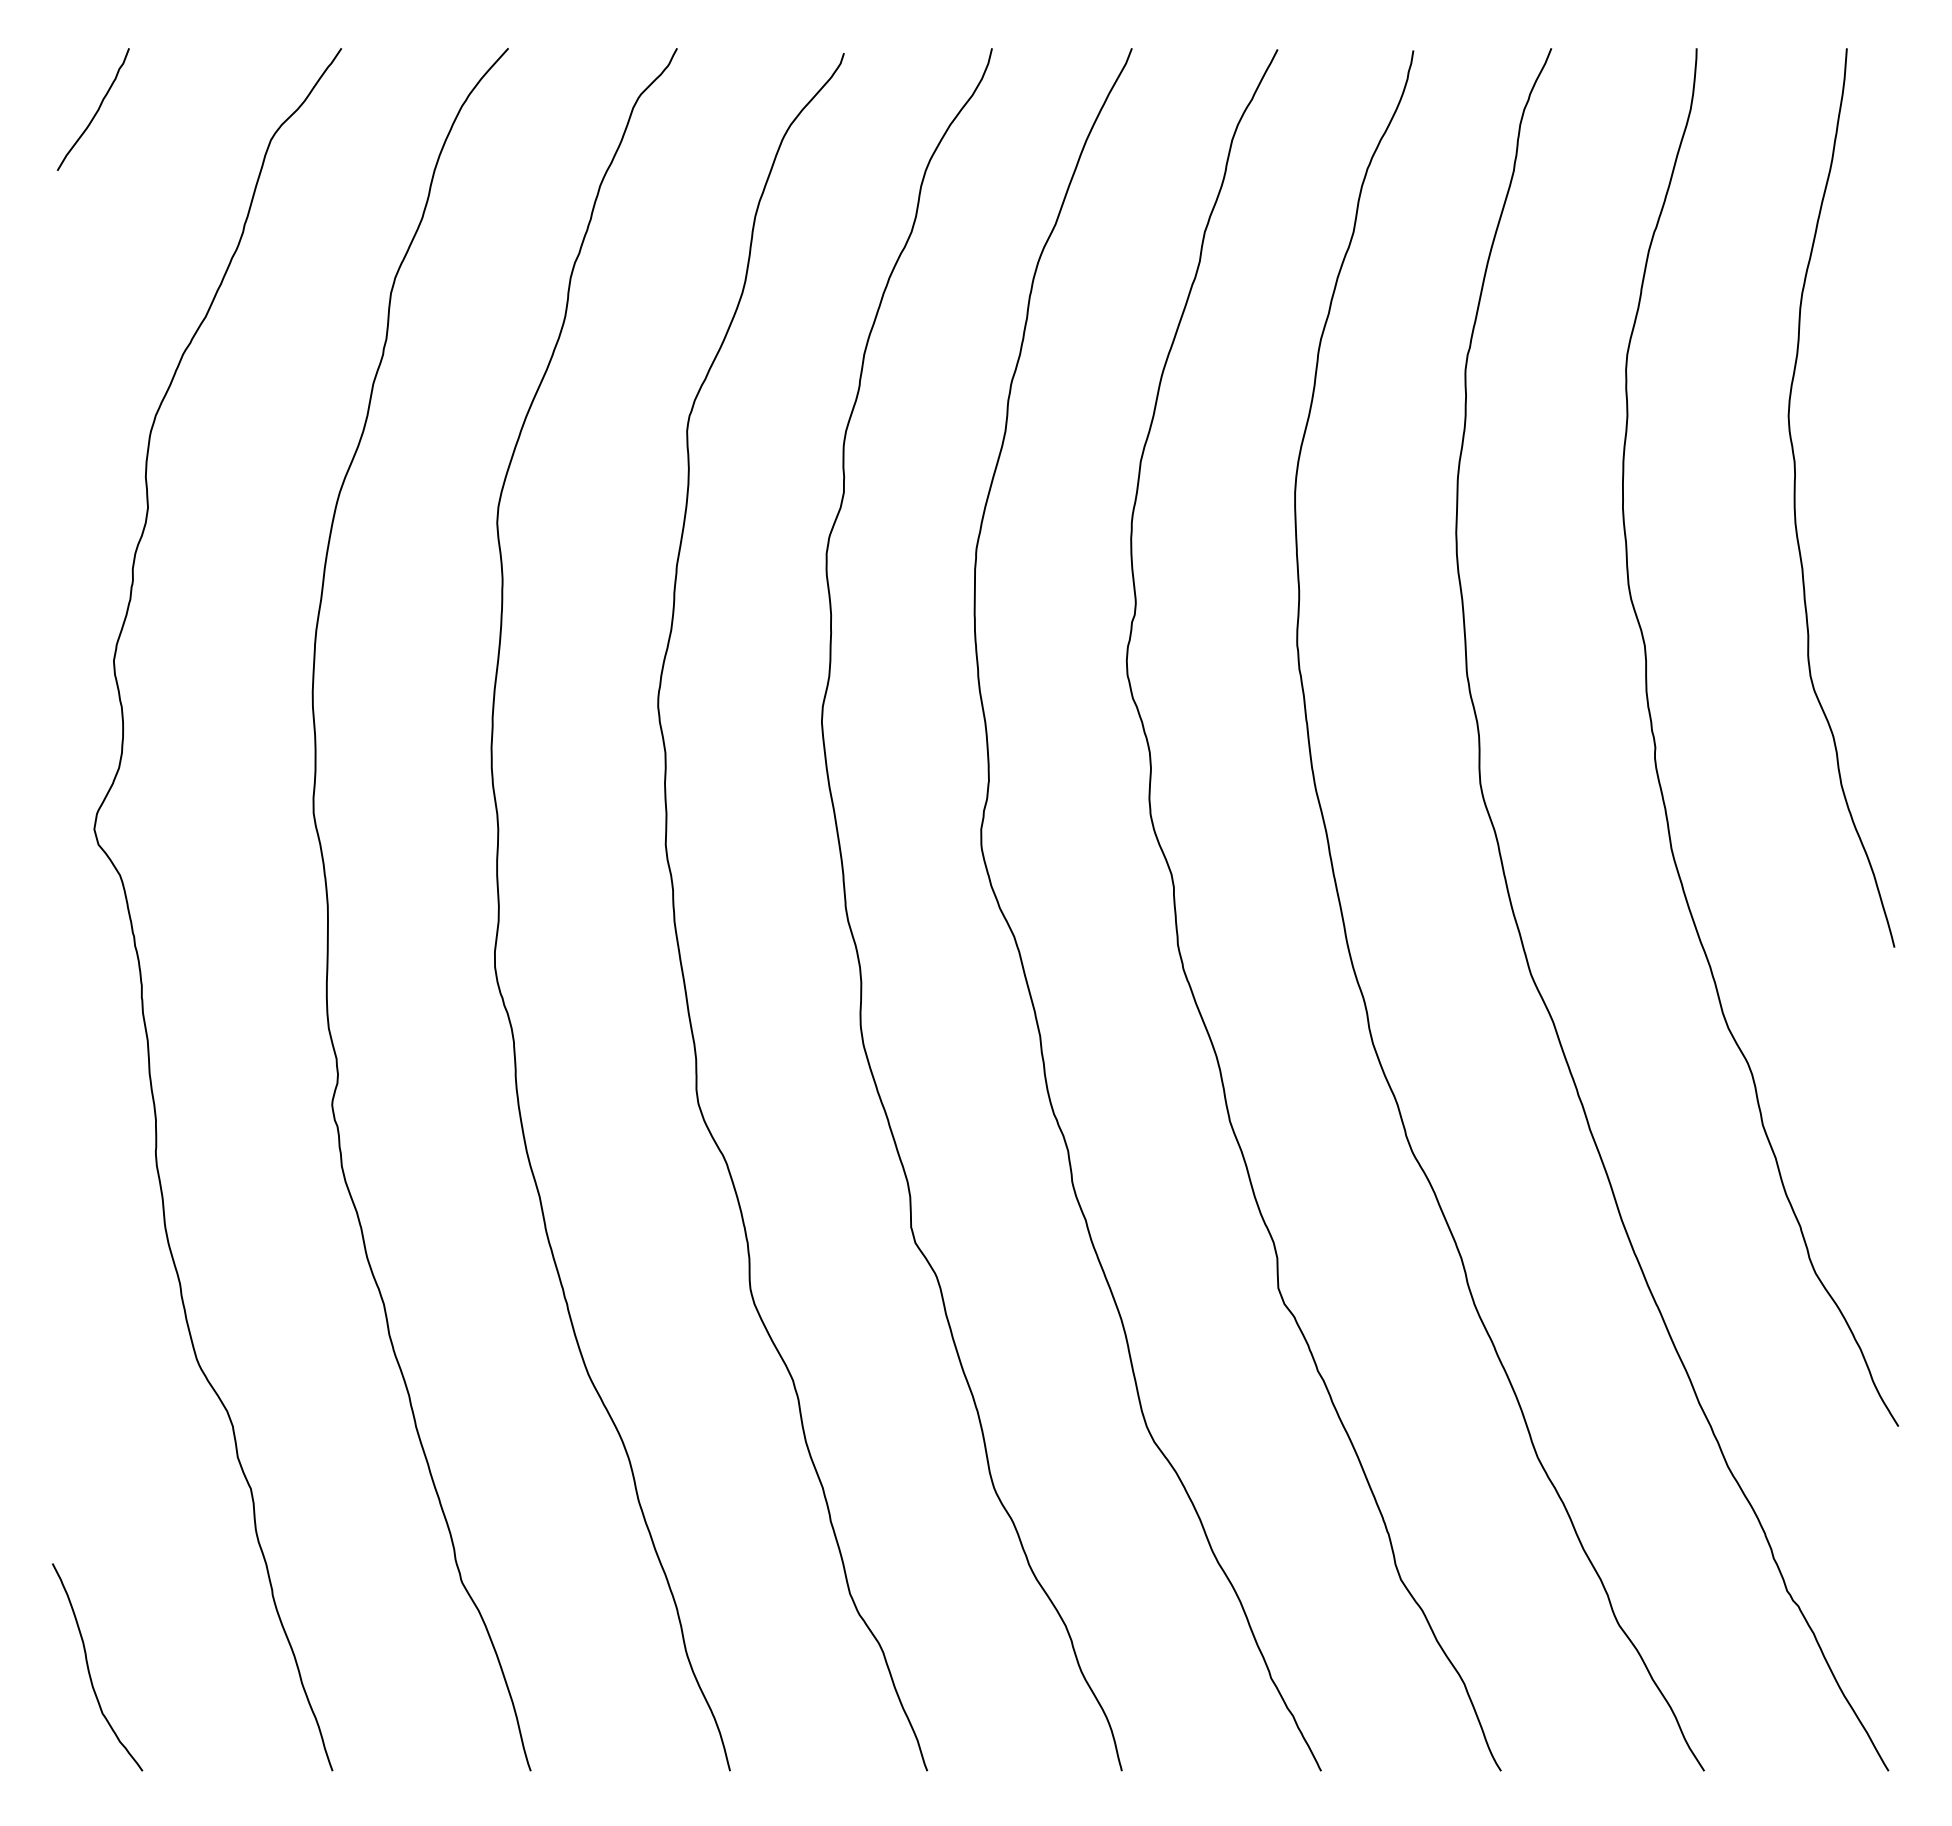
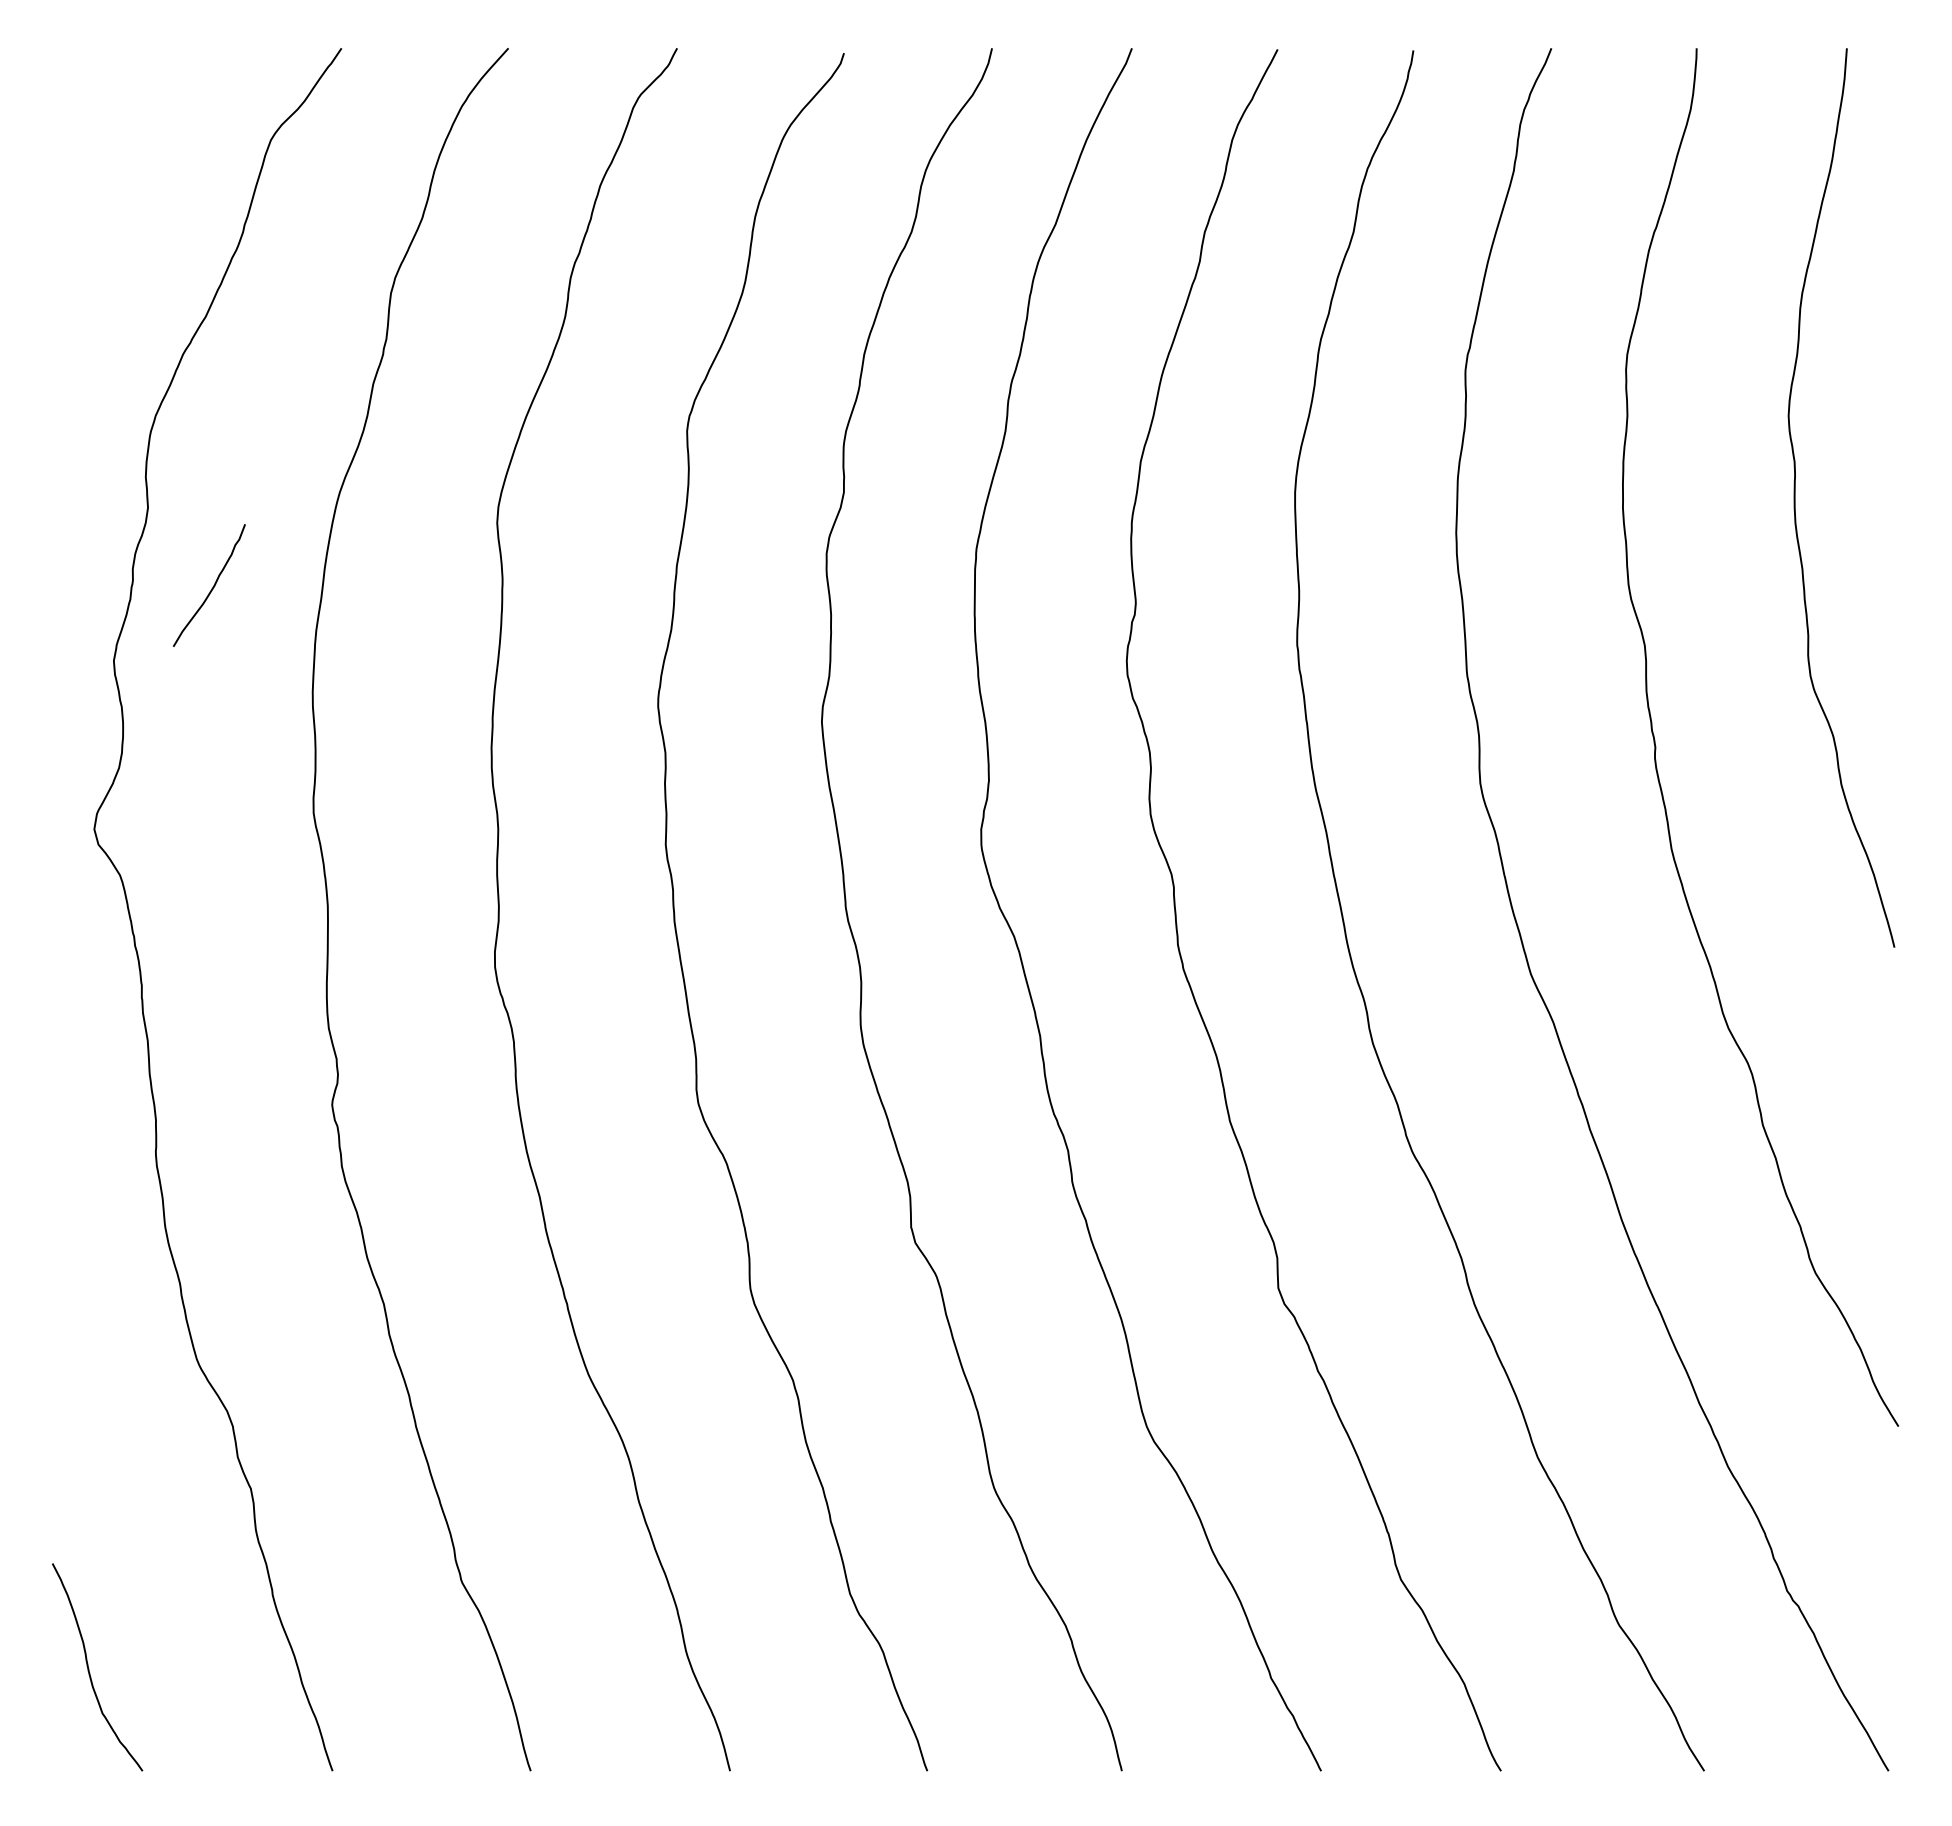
curve at (95, 112) position: (95, 112) -> (211, 588)
